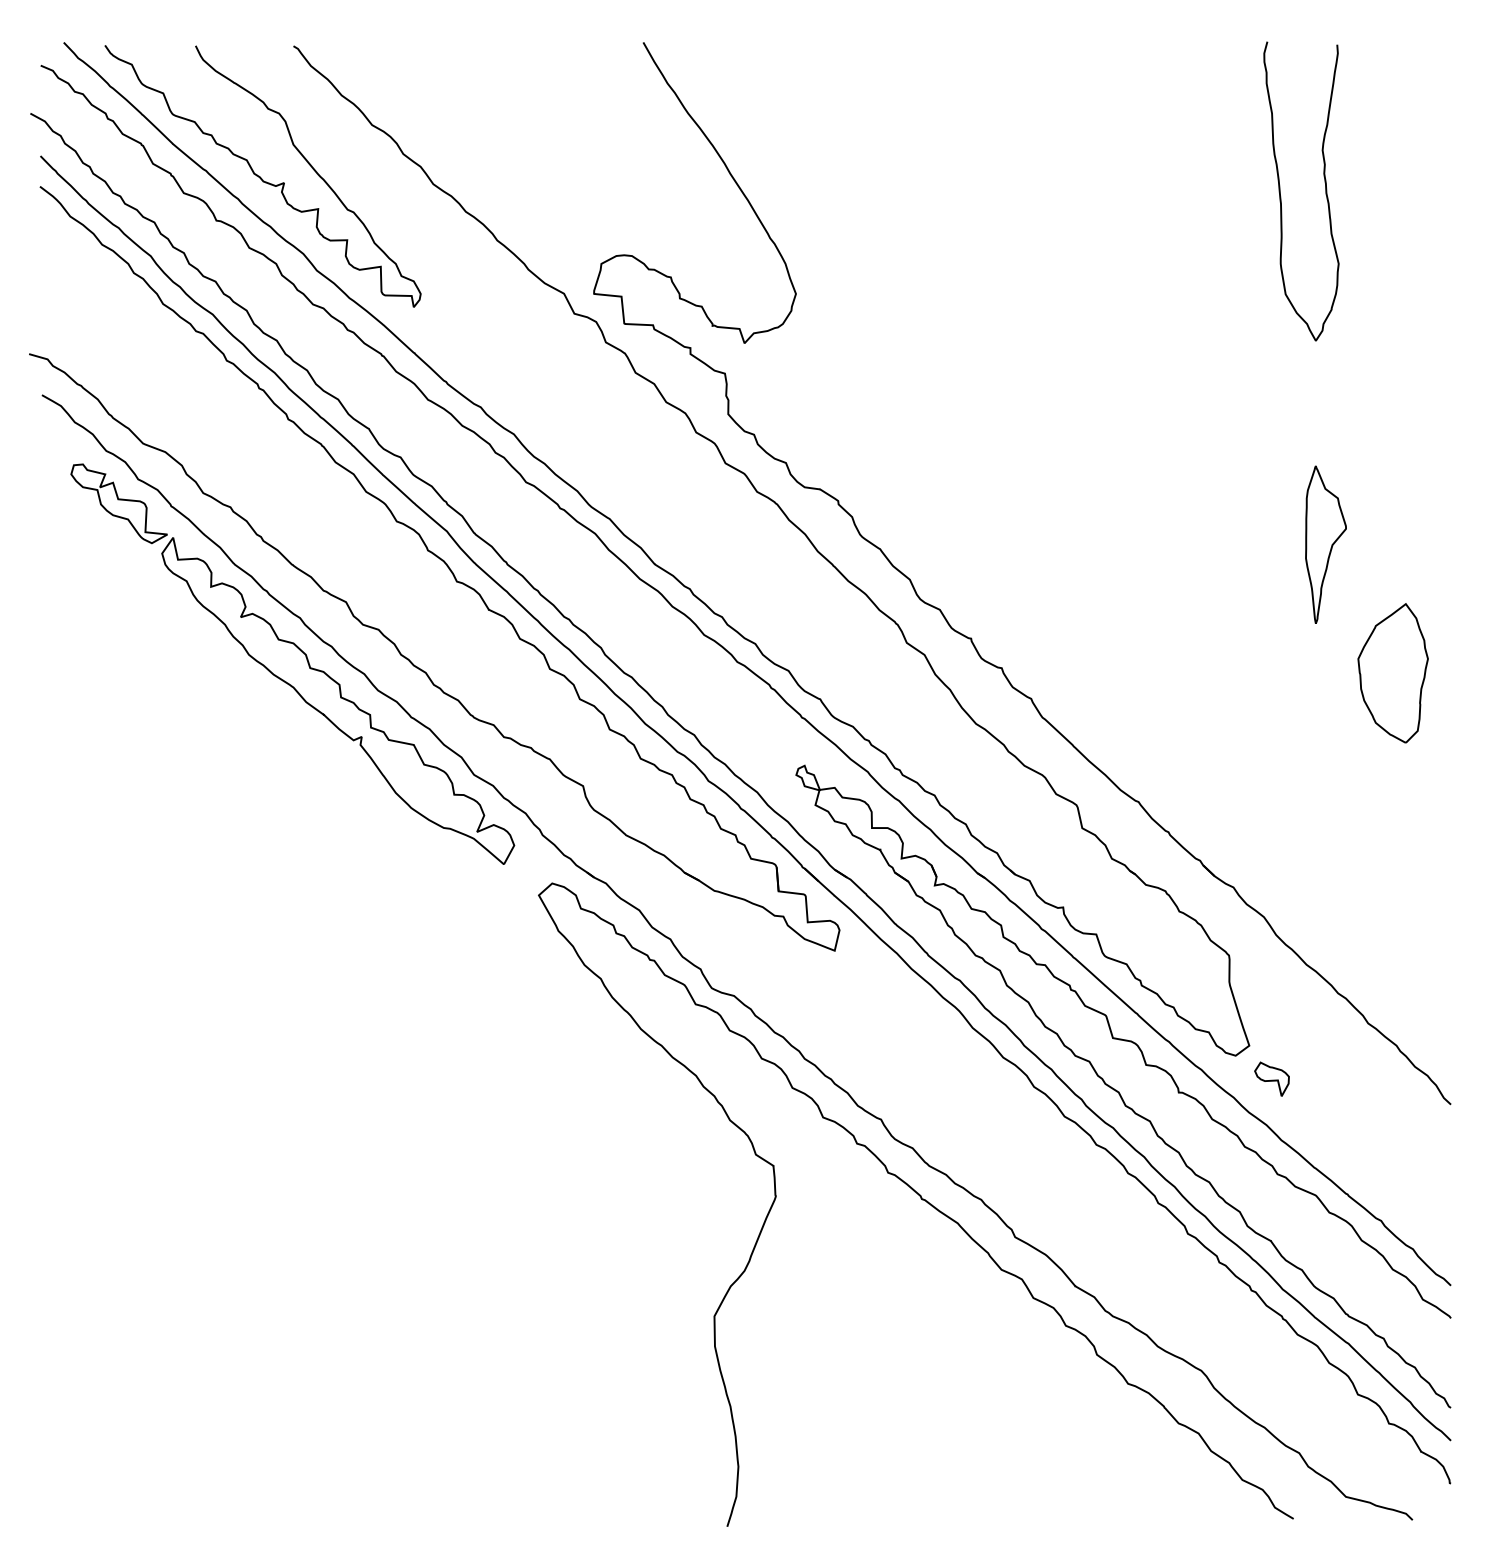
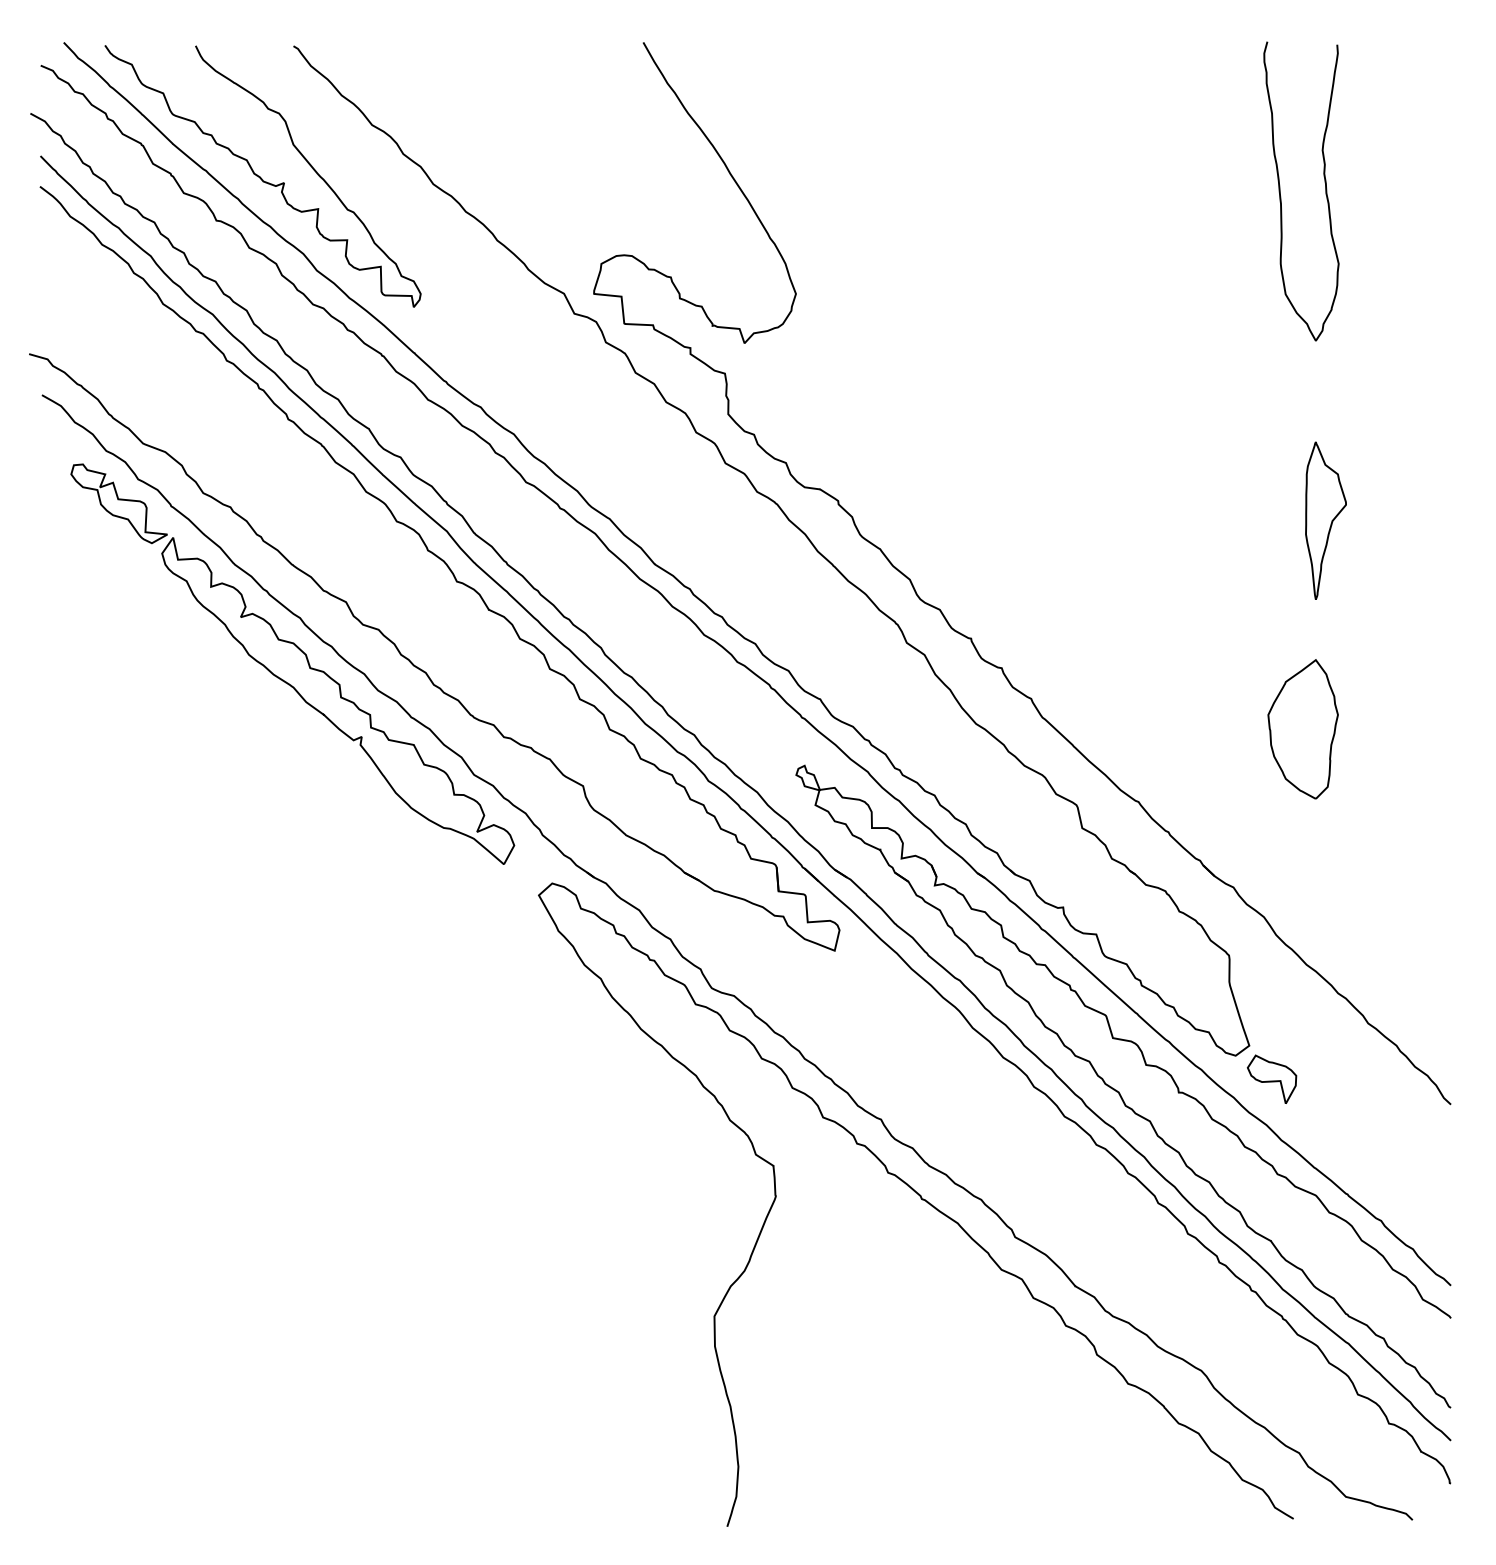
part at (1325, 544) position: (1325, 544) -> (1325, 520)
part at (1392, 673) position: (1392, 673) -> (1302, 729)
part at (1271, 1078) size: 36x36 px -> 52x50 px
